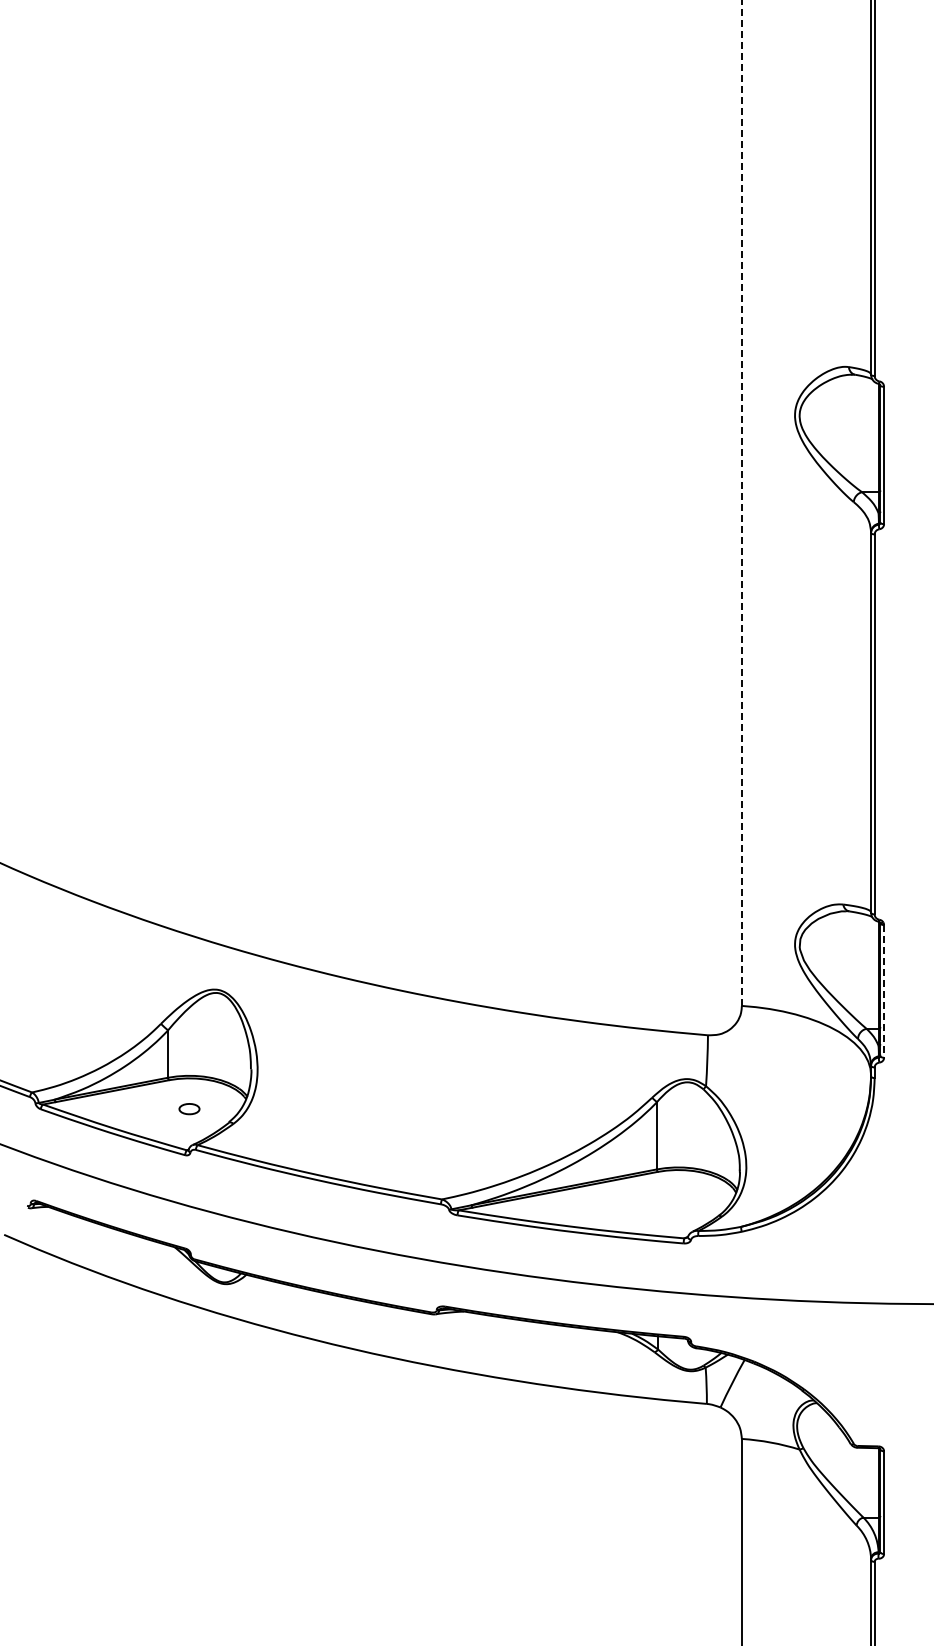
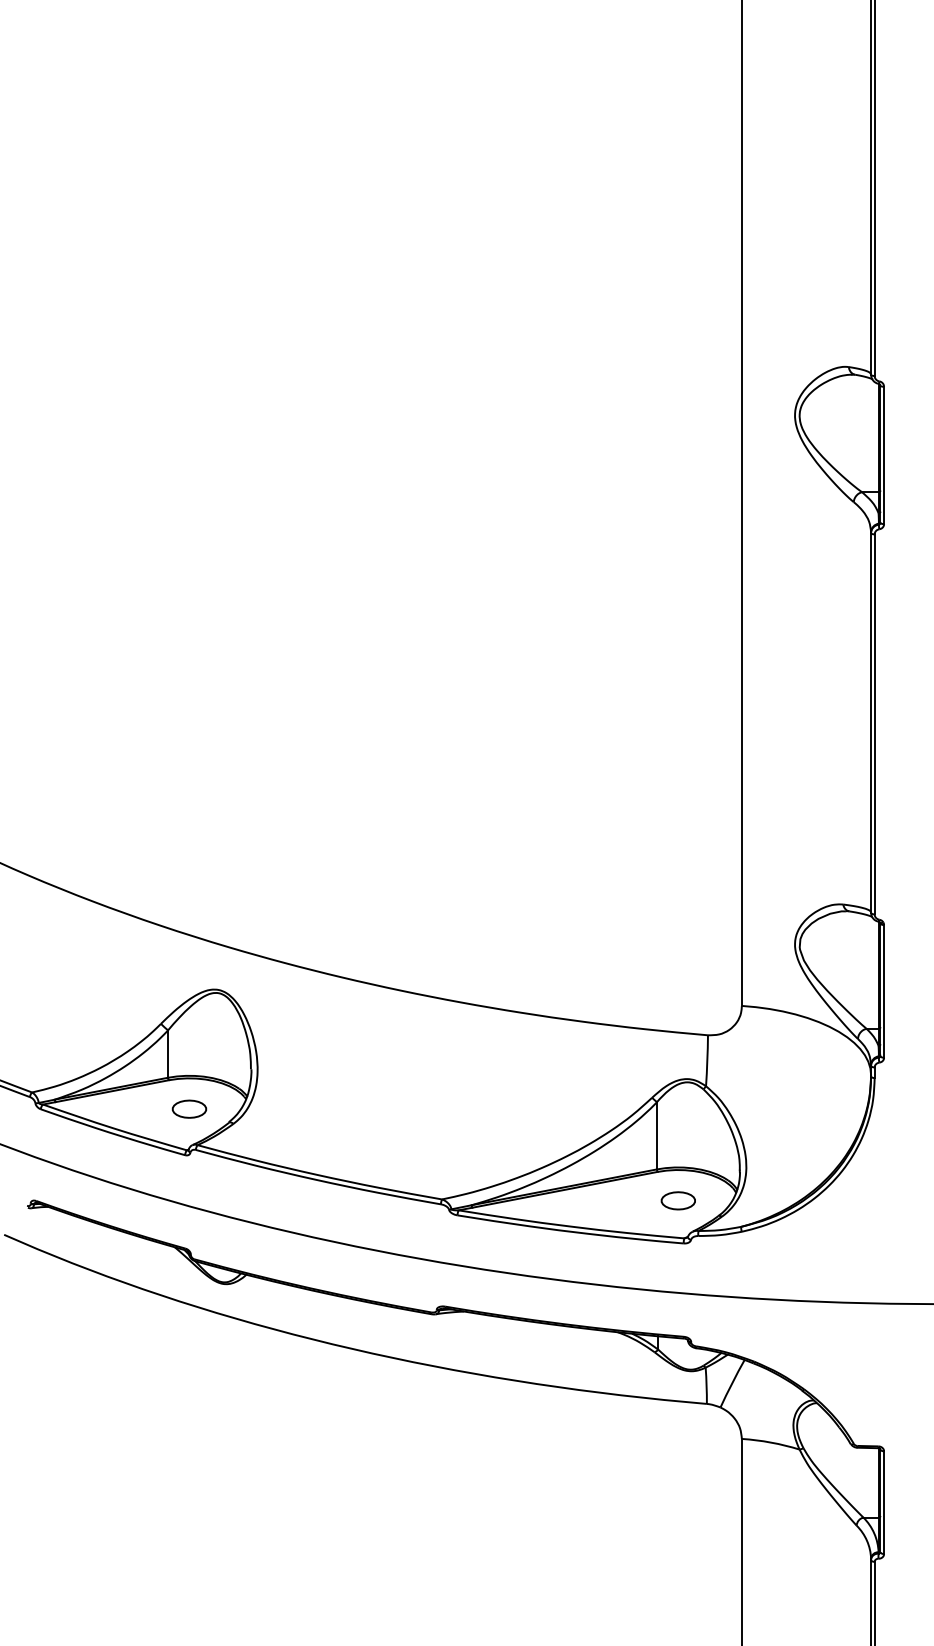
line at (741, 503): dashed -> solid
line at (884, 991): dashed -> solid
part at (189, 1109) size: 23x13 px -> 37x20 px
part at (677, 1200): none -> present
